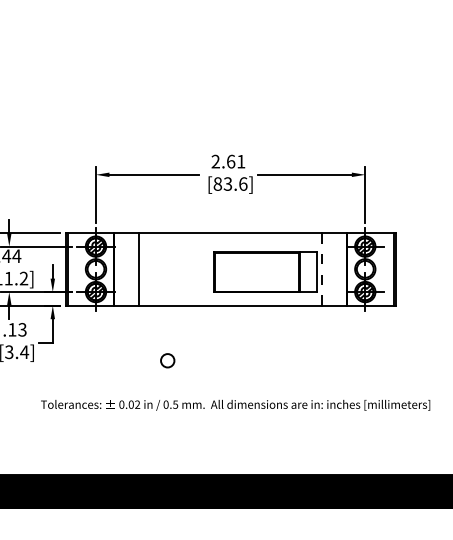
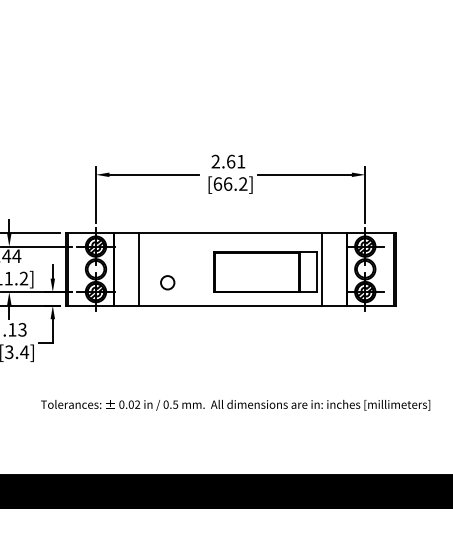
text at (230, 183): [83.6] -> [66.2]
line at (322, 268): dashed -> solid
circle at (167, 360) position: (167, 360) -> (167, 282)
